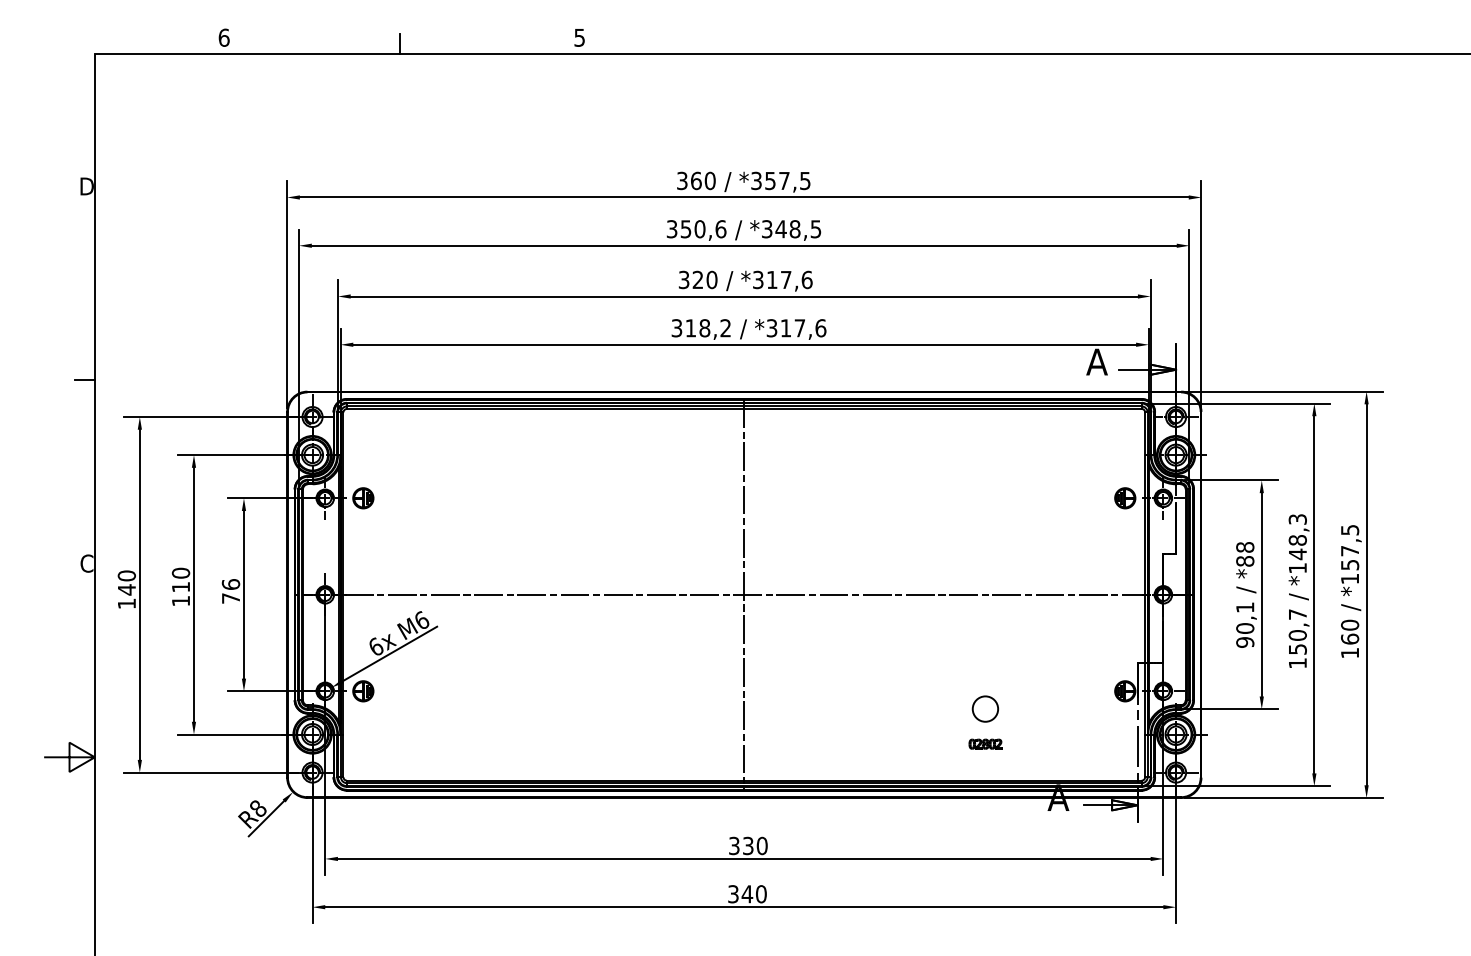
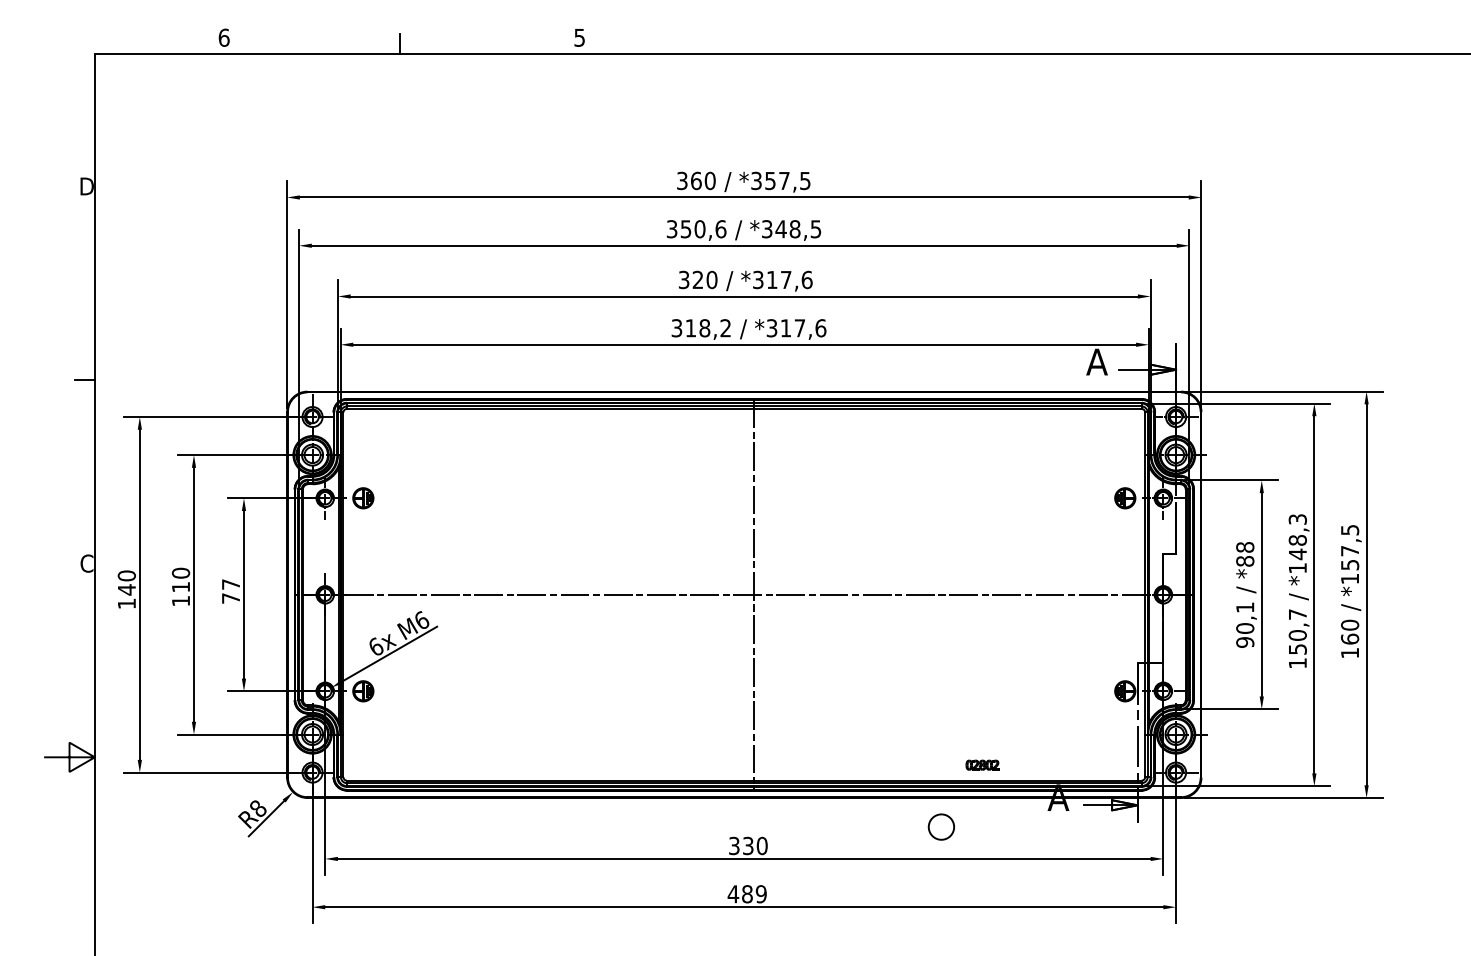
text at (230, 584): 76 -> 77
line at (744, 594) position: (744, 594) -> (754, 594)
circle at (984, 708) position: (984, 708) -> (940, 826)
part at (985, 743) position: (985, 743) -> (982, 764)
text at (746, 894): 340 -> 489
